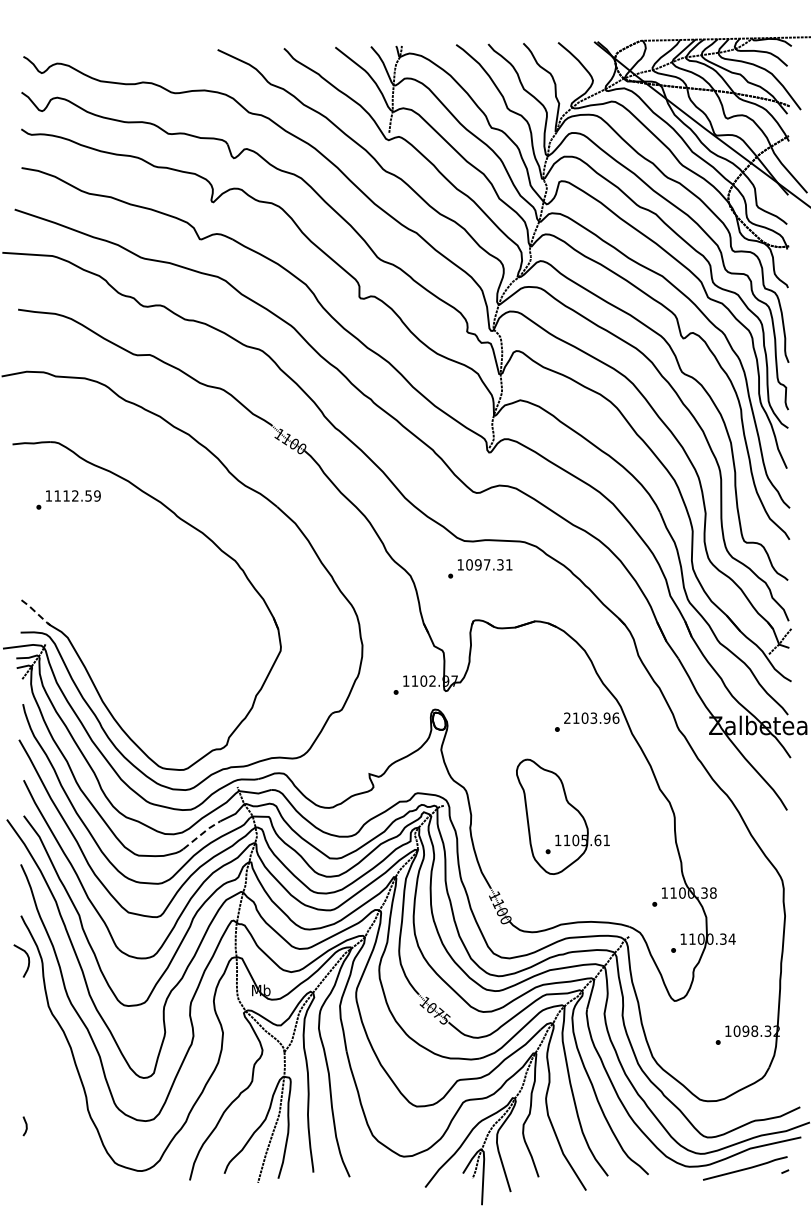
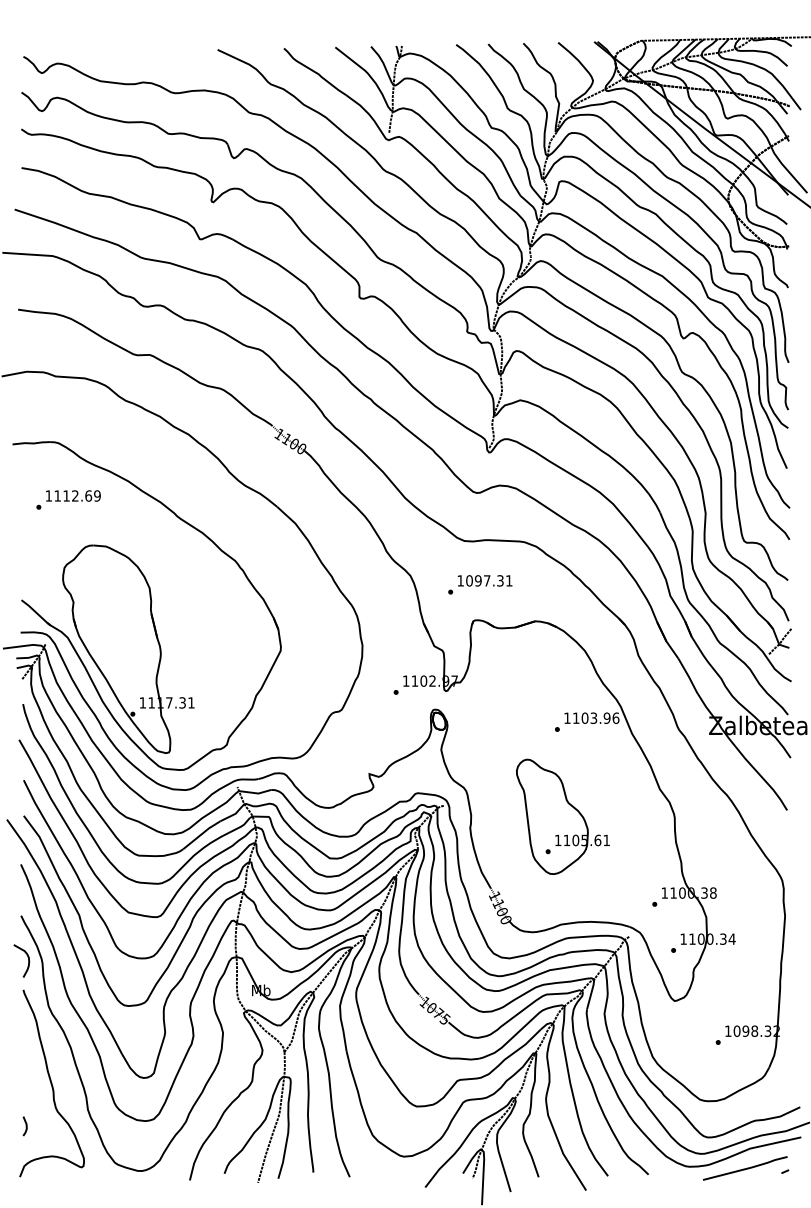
text at (88, 495): 1112.59 -> 1112.69
text at (480, 568) position: (480, 568) -> (480, 584)
line at (36, 612): dashed -> solid
part at (128, 648): none -> present
text at (567, 717): 2103.96 -> 1103.96
line at (202, 833): dashed -> solid
curve at (51, 1083): none -> present
